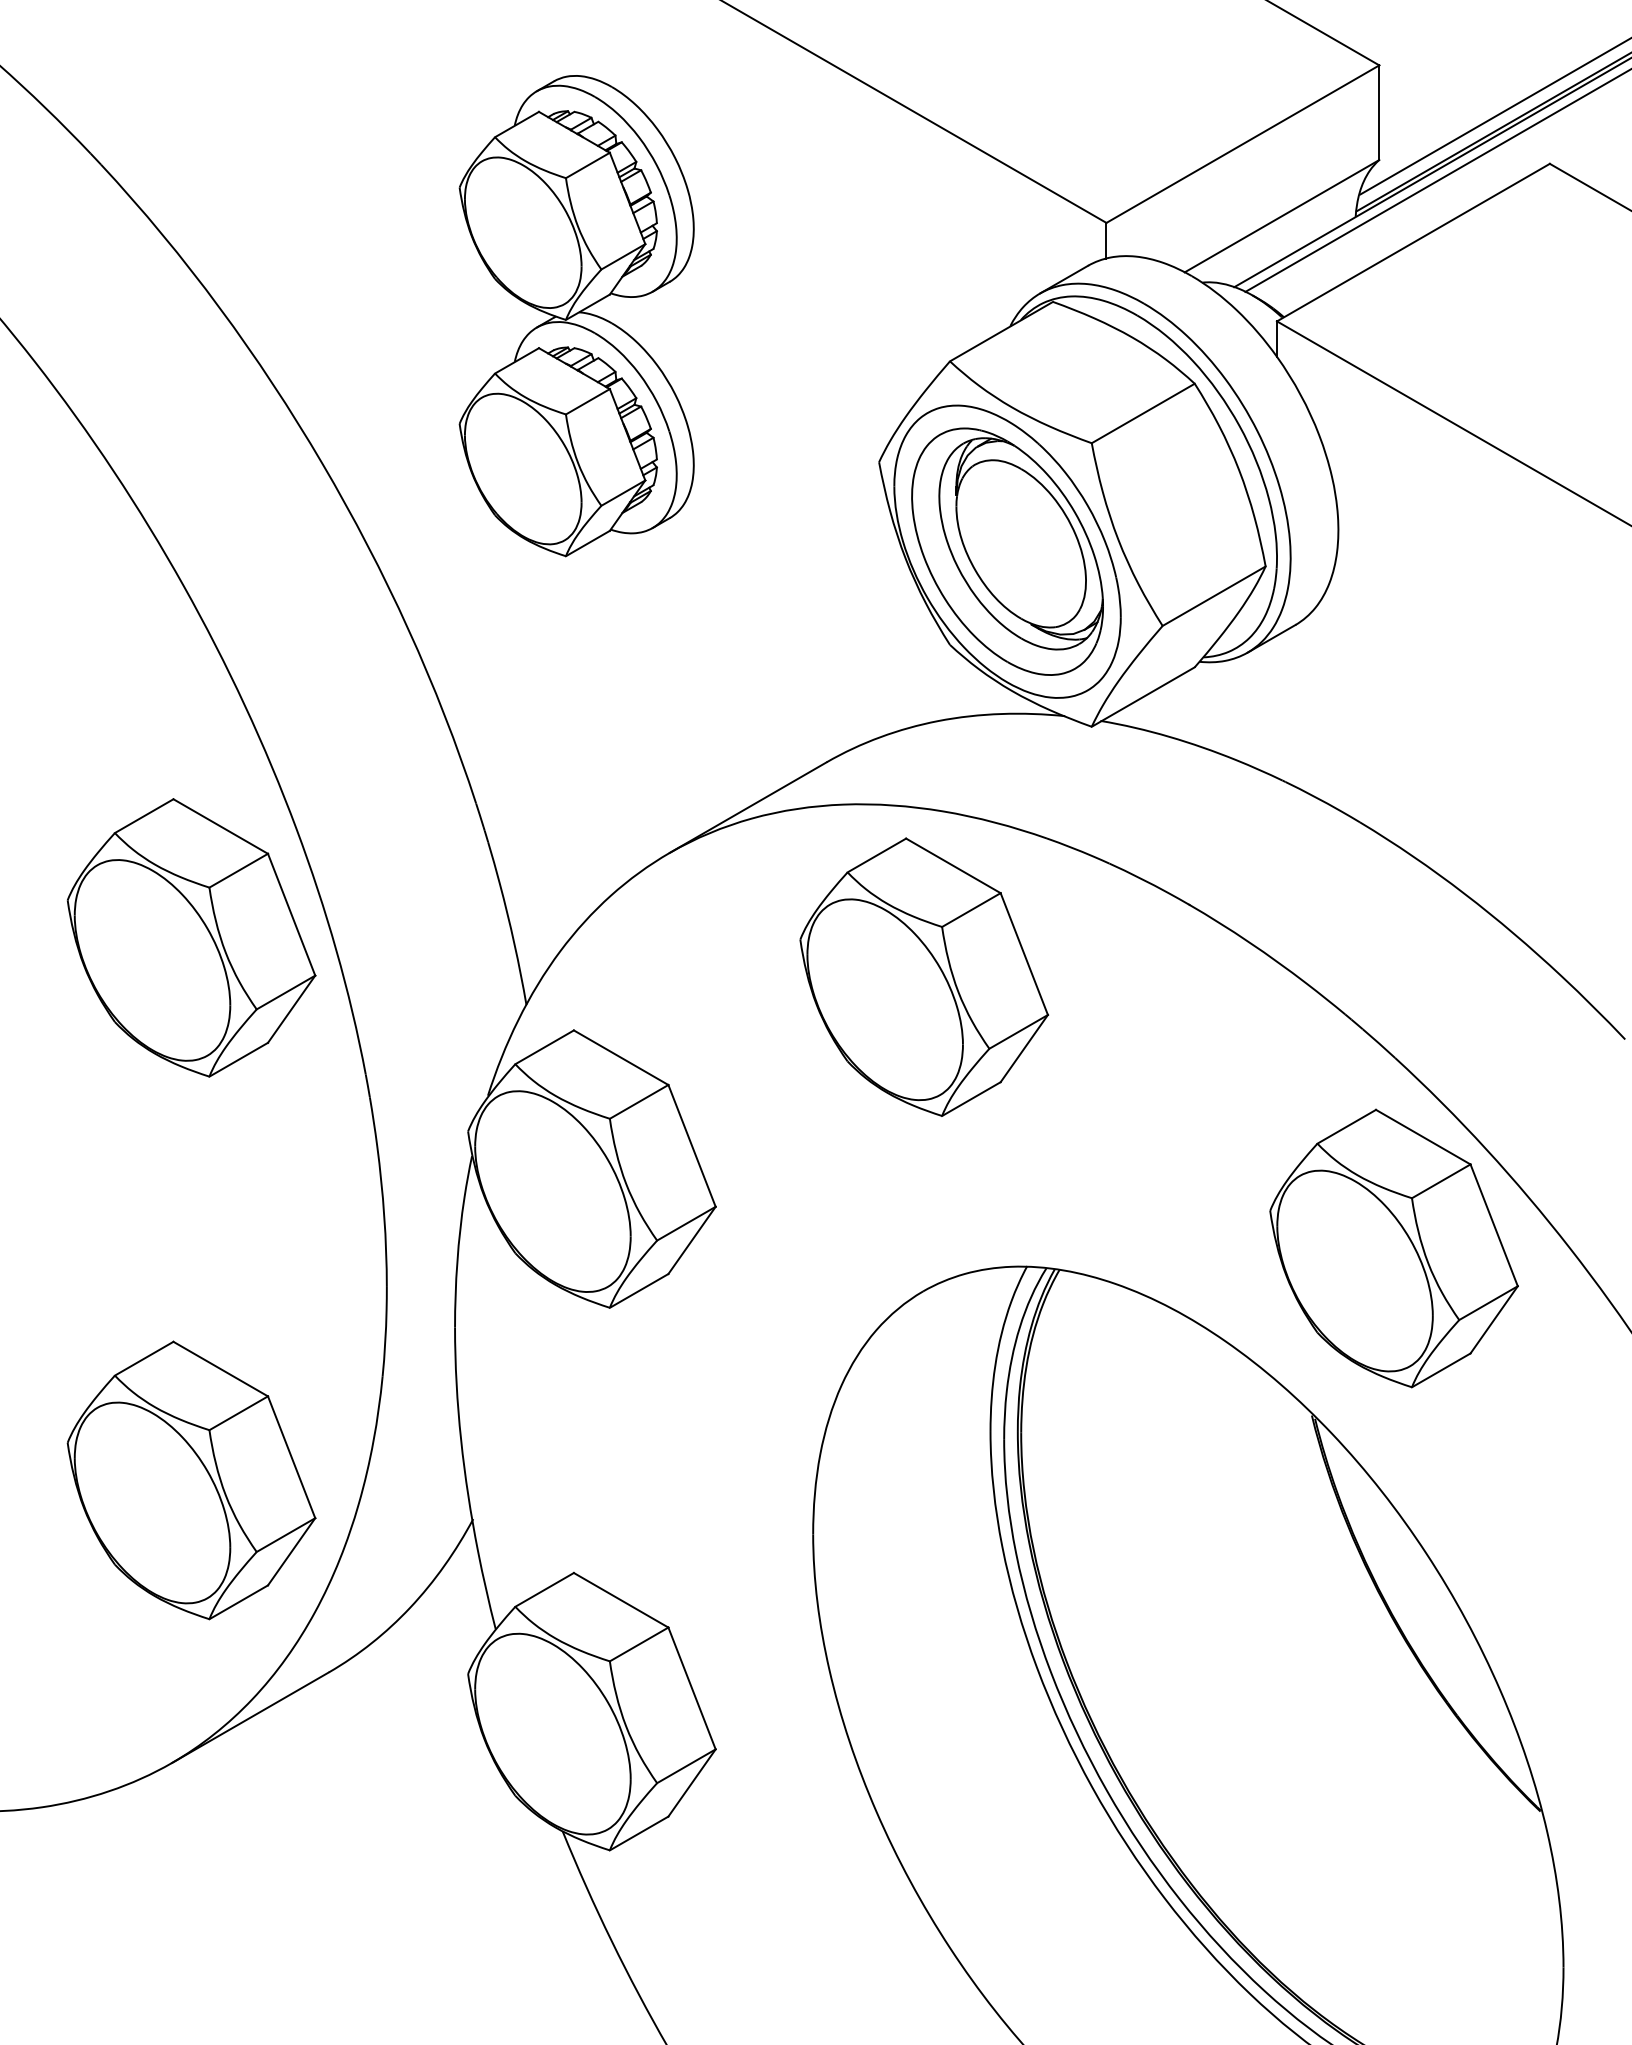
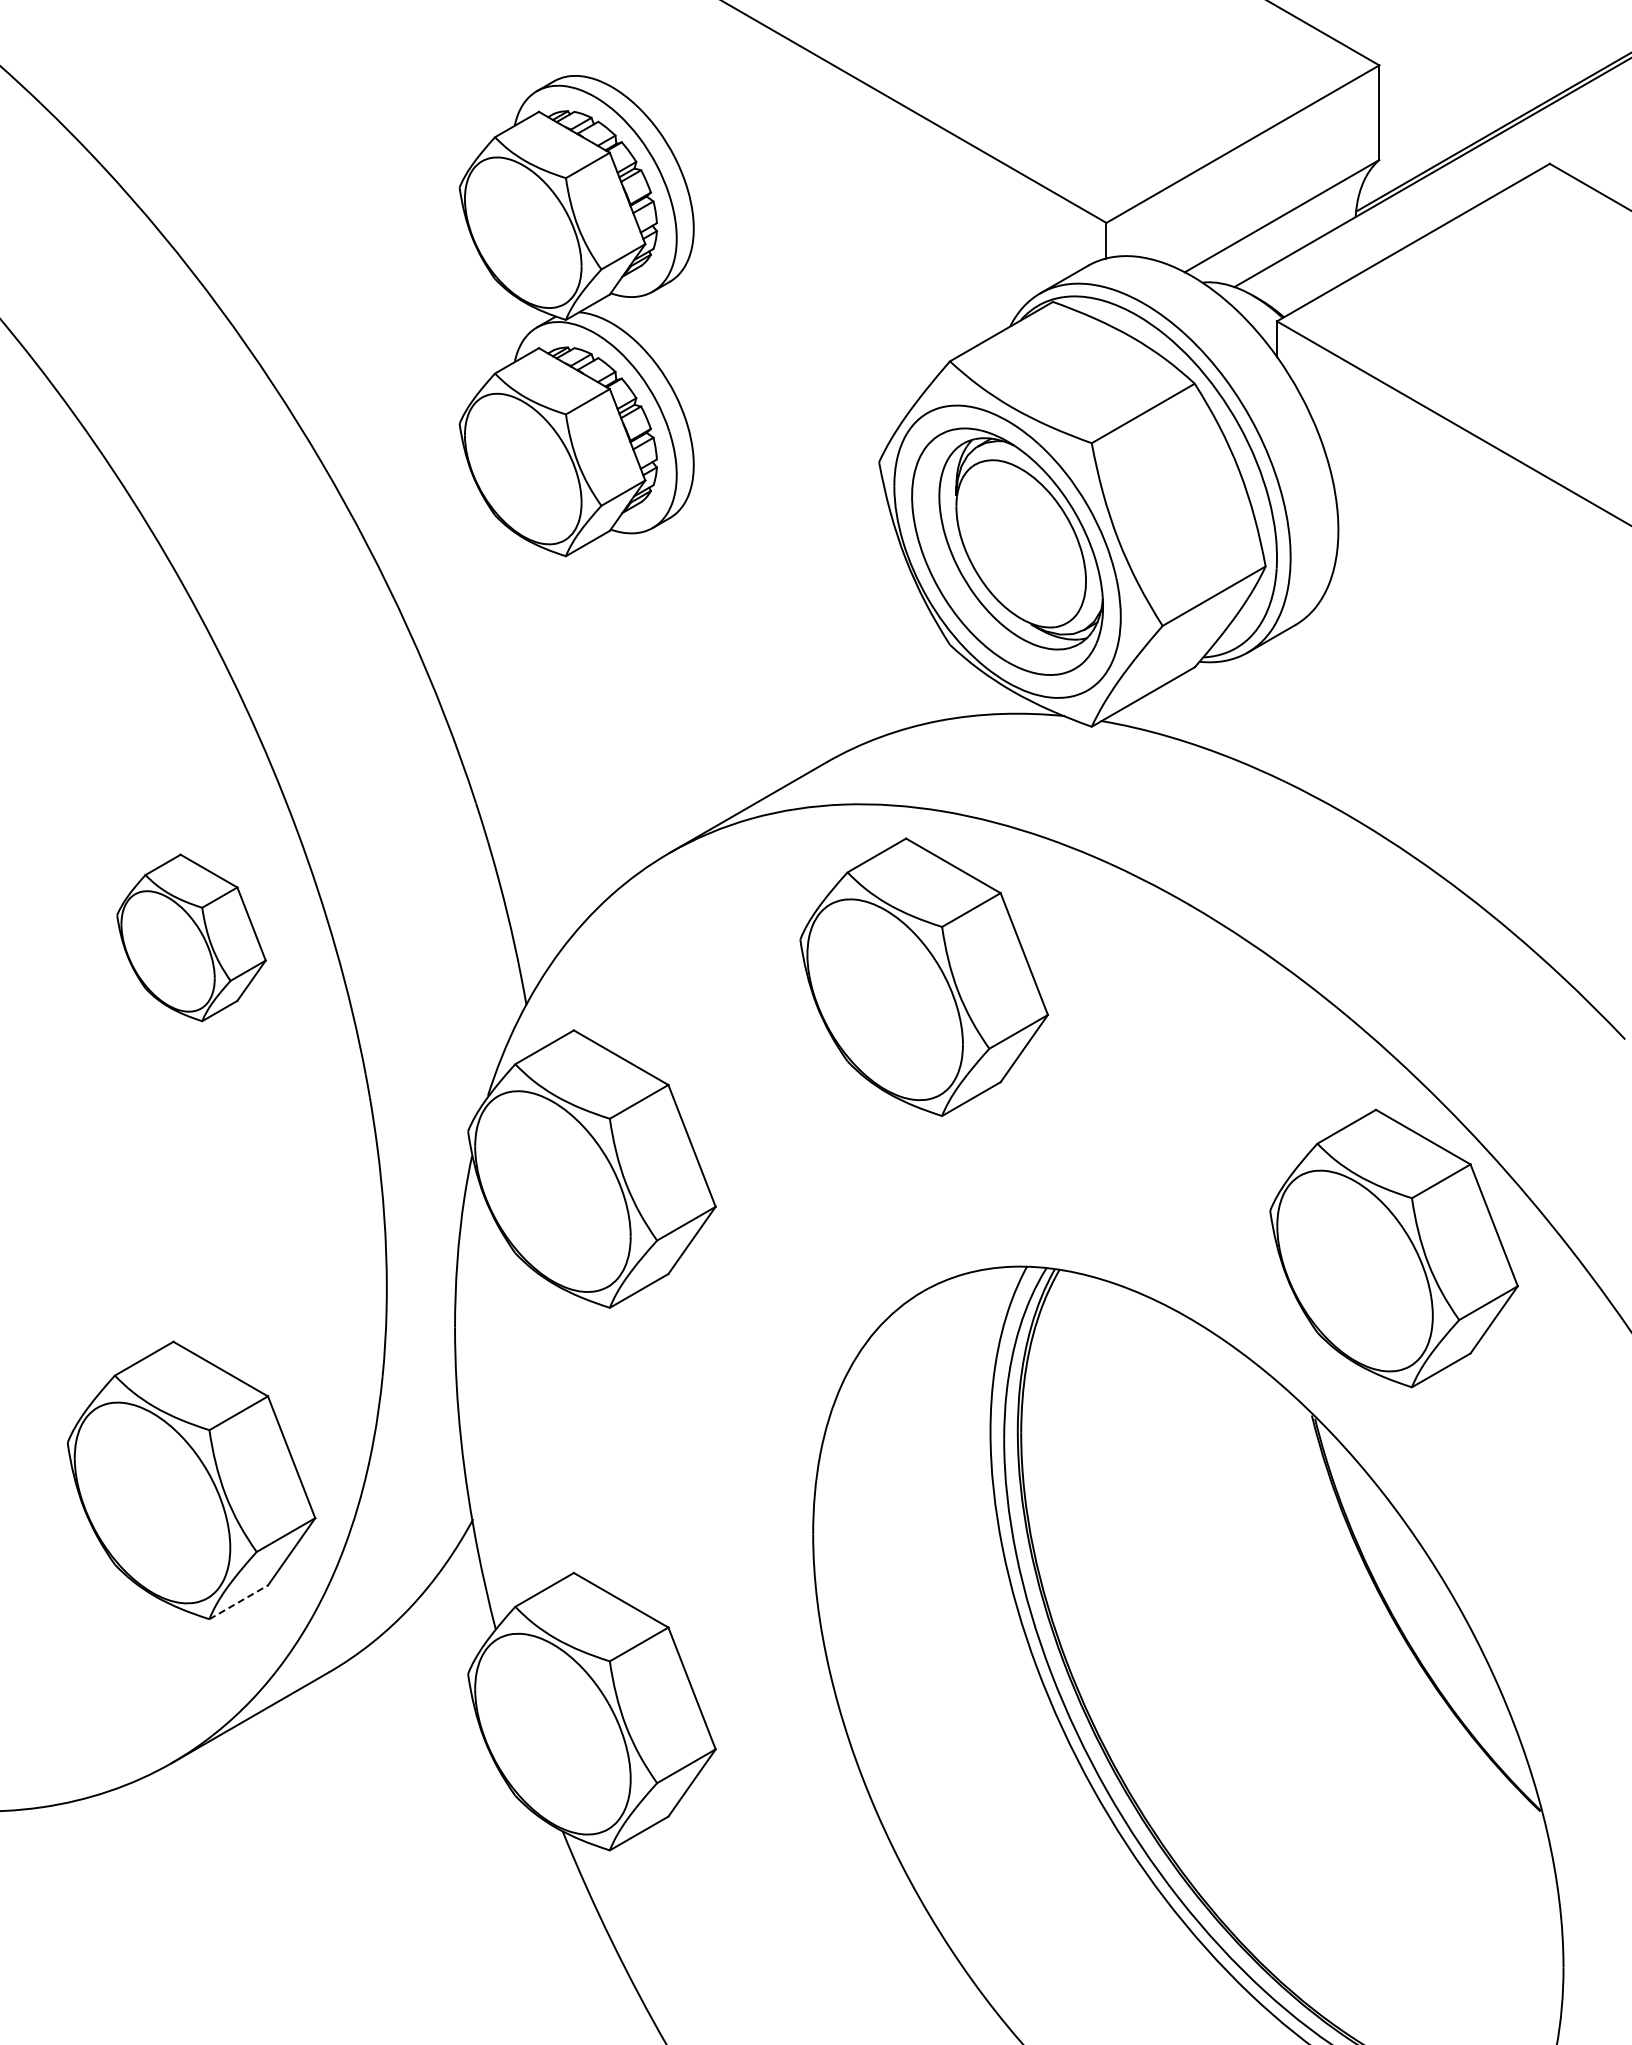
line at (1494, 116): present -> none
line at (1436, 180): present -> none
part at (191, 937) size: 251x280 px -> 151x170 px
line at (238, 1602): solid -> dashed
